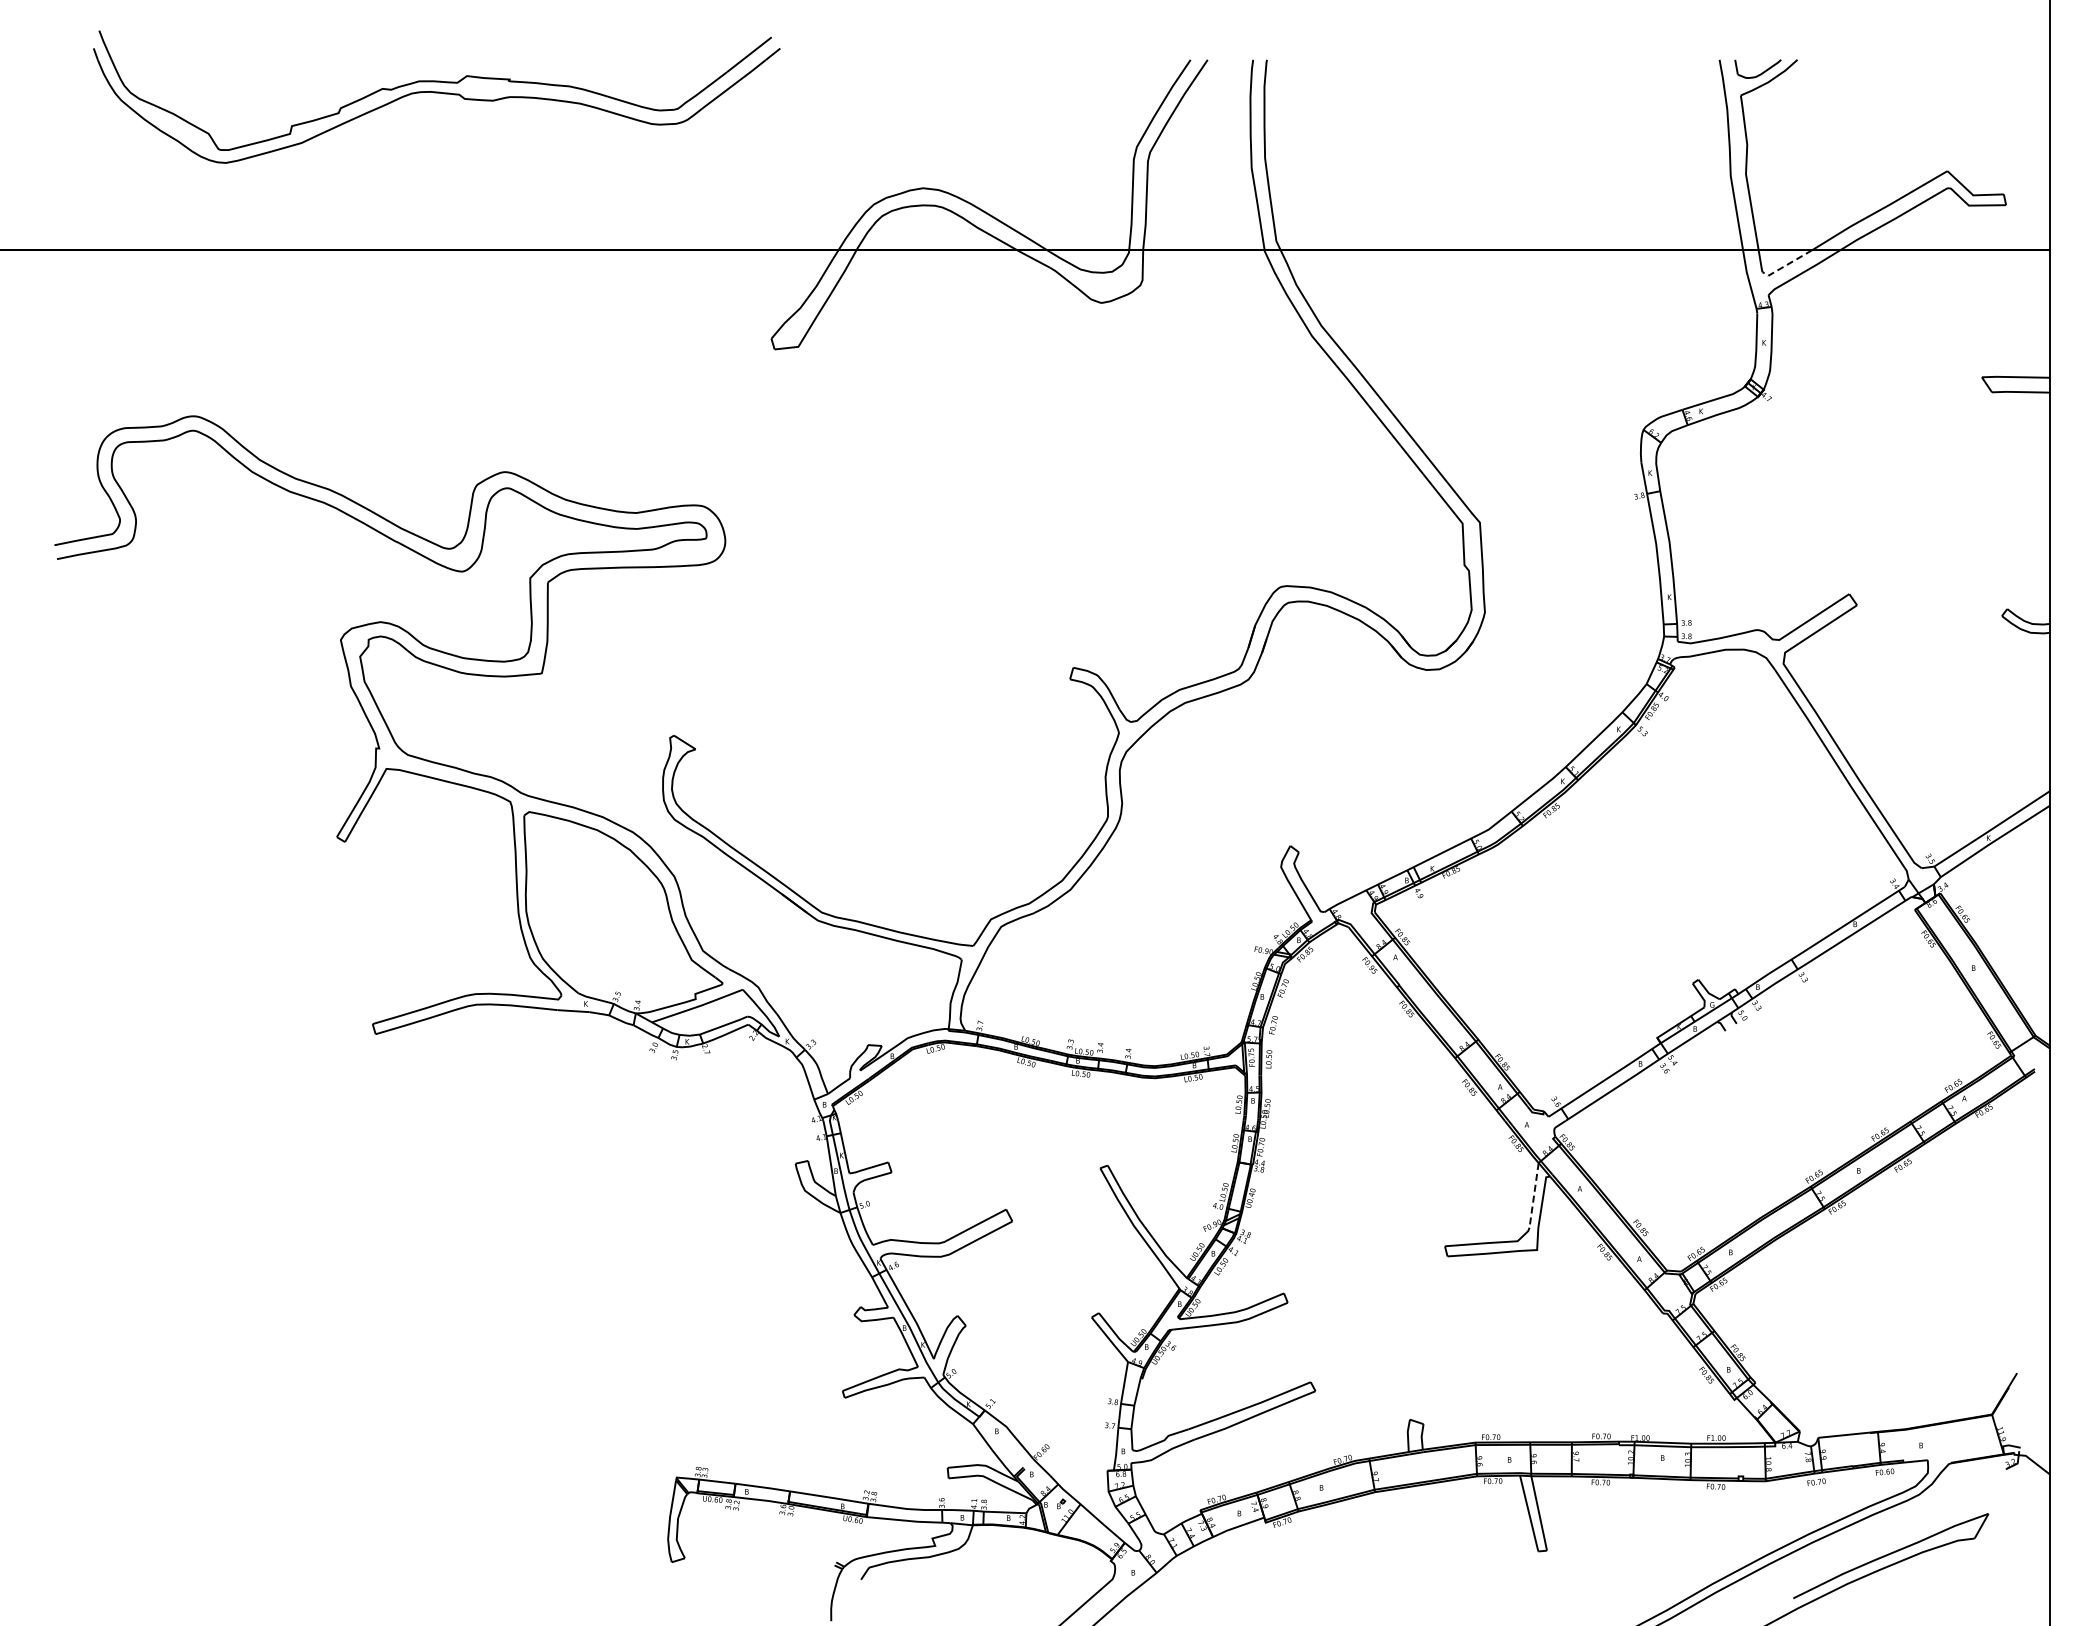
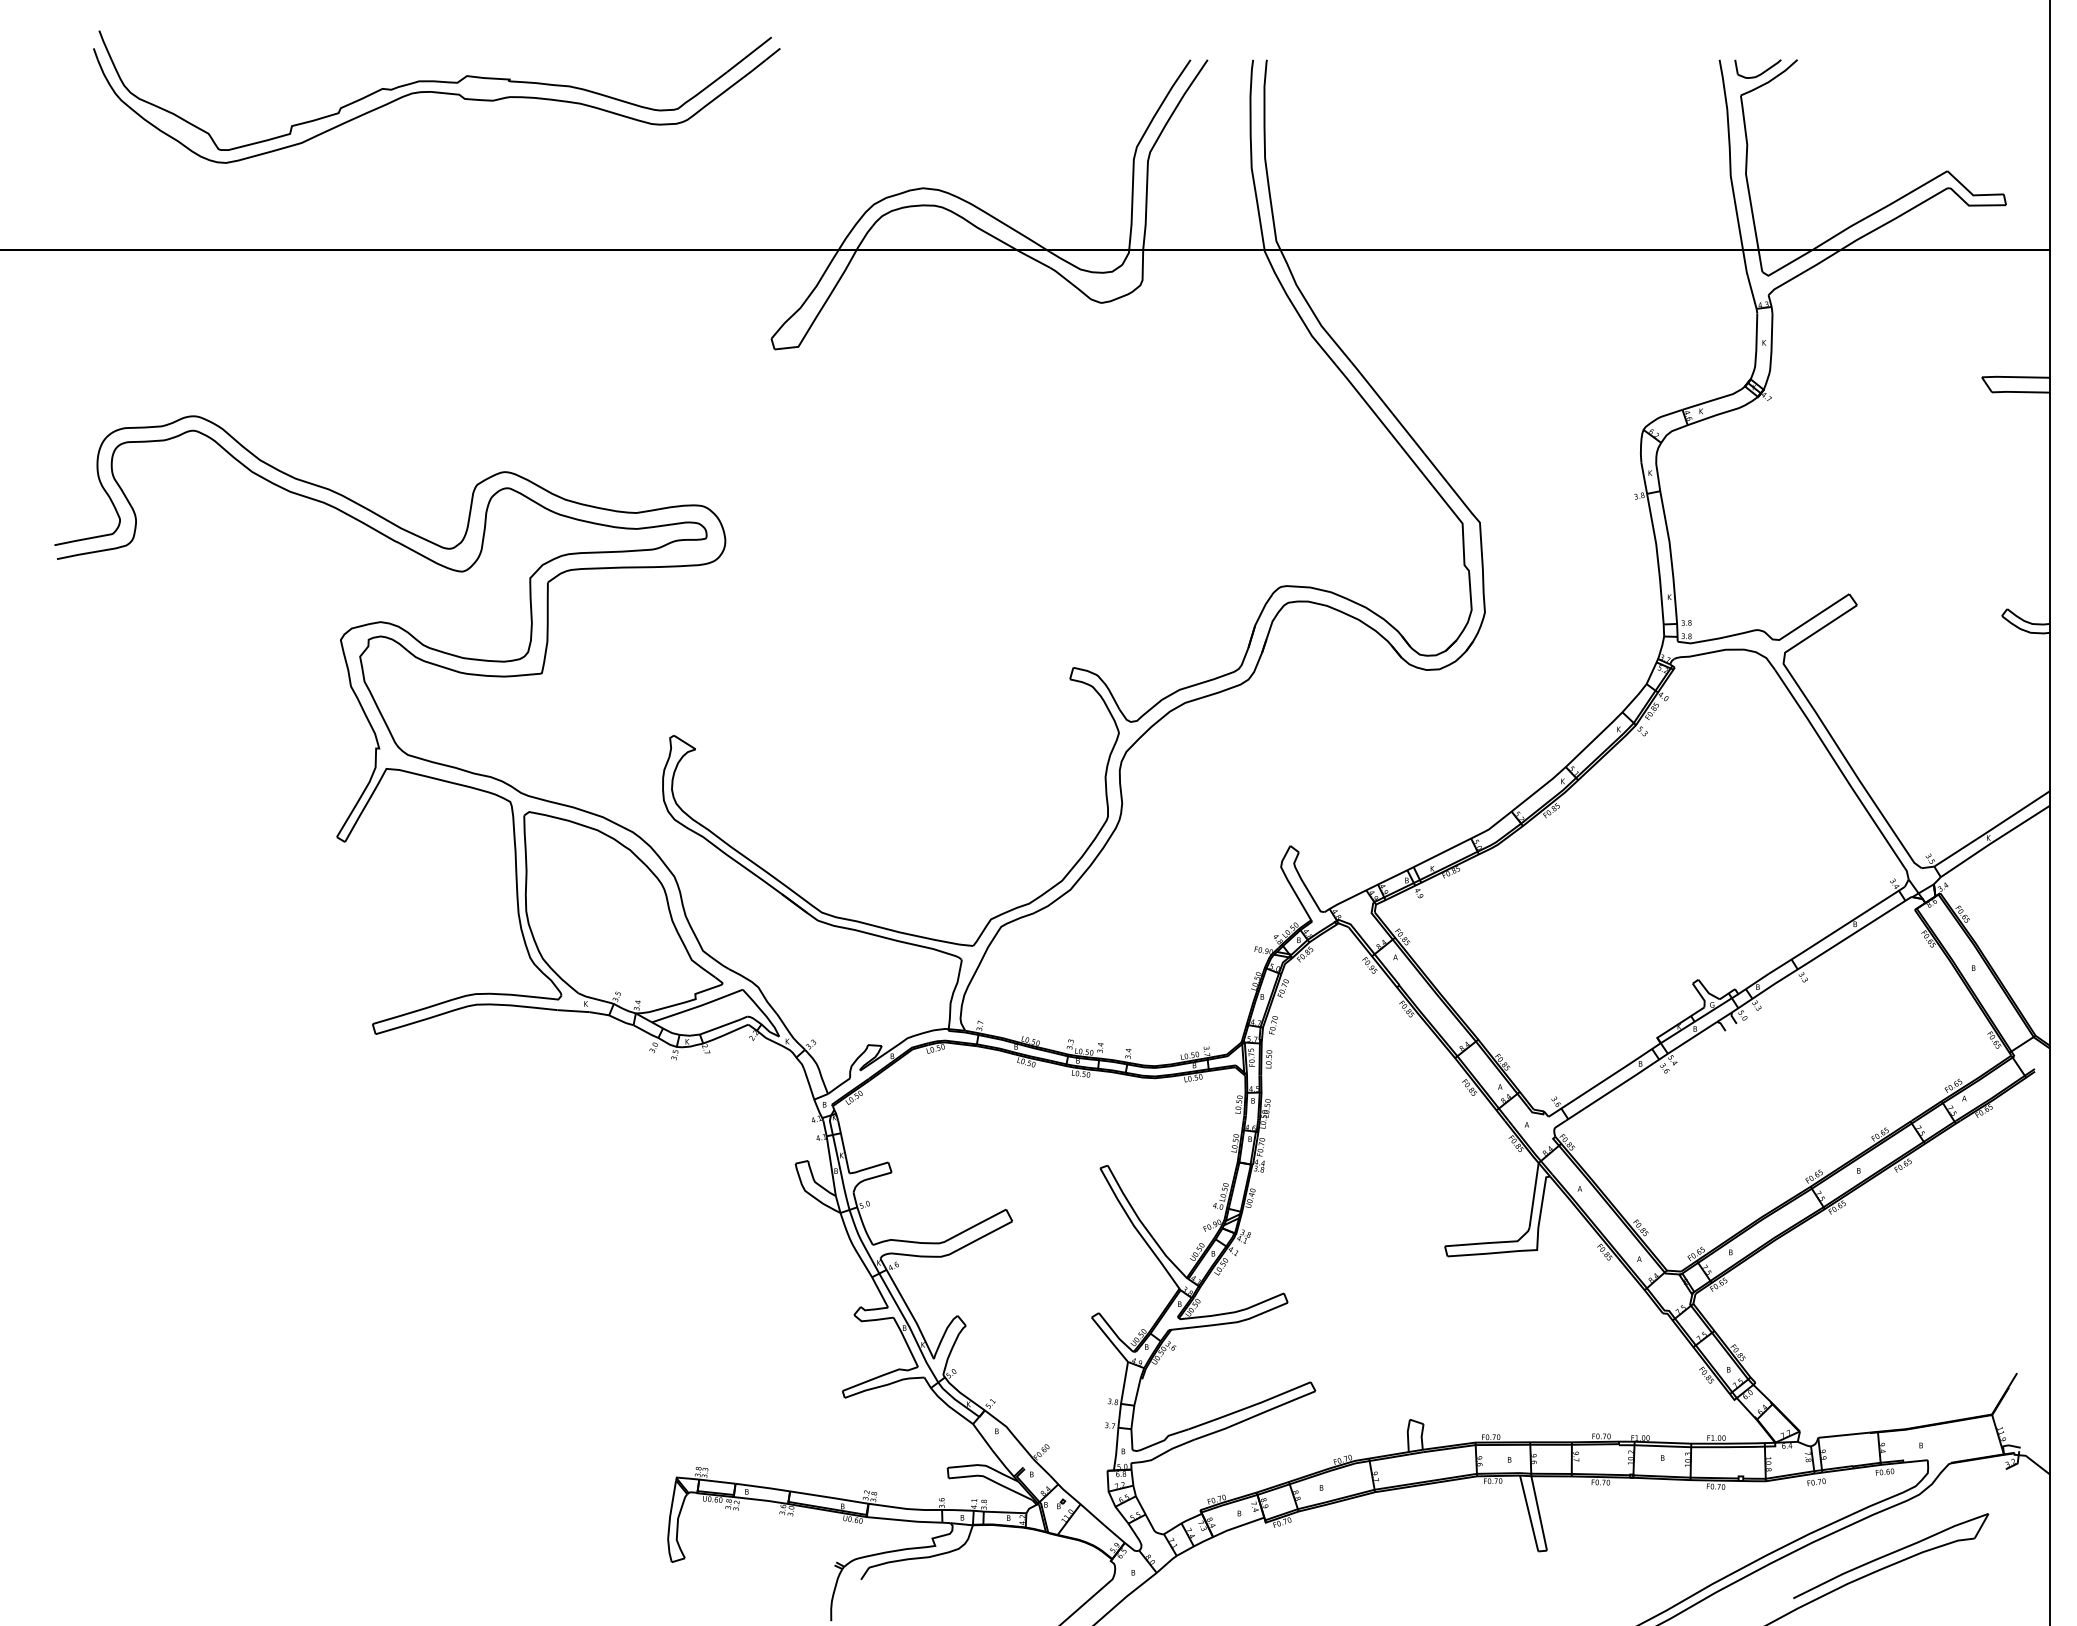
line at (1787, 264): dashed -> solid
line at (1534, 1195): dashed -> solid
